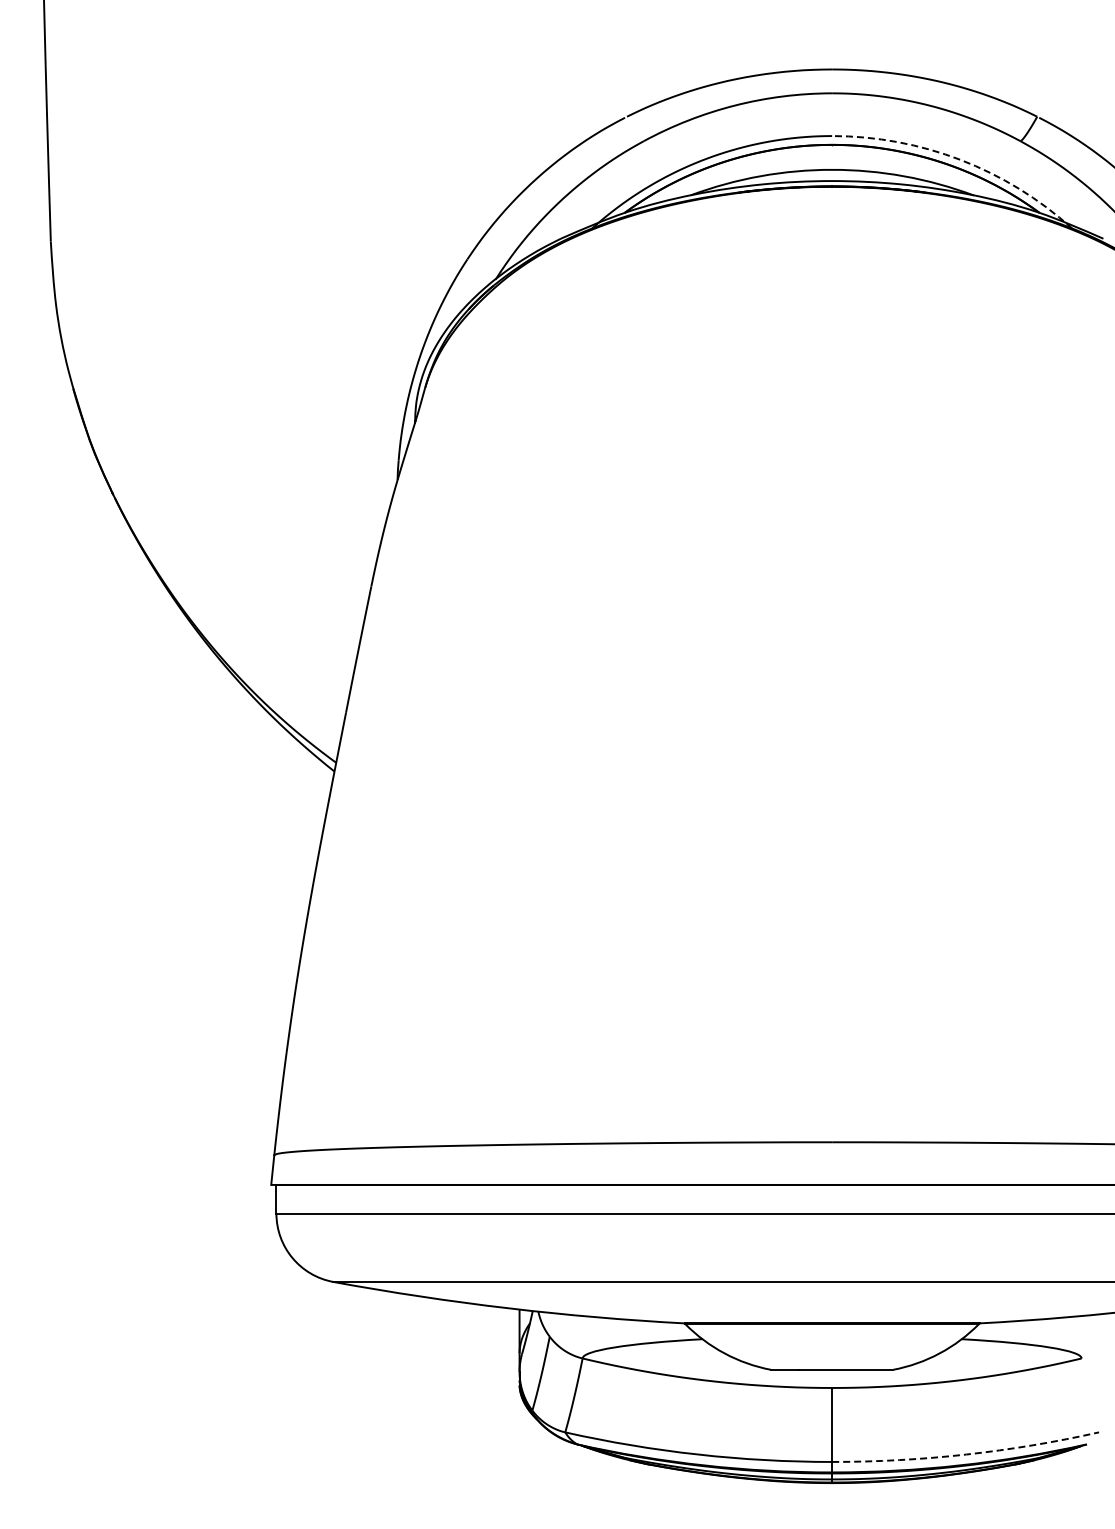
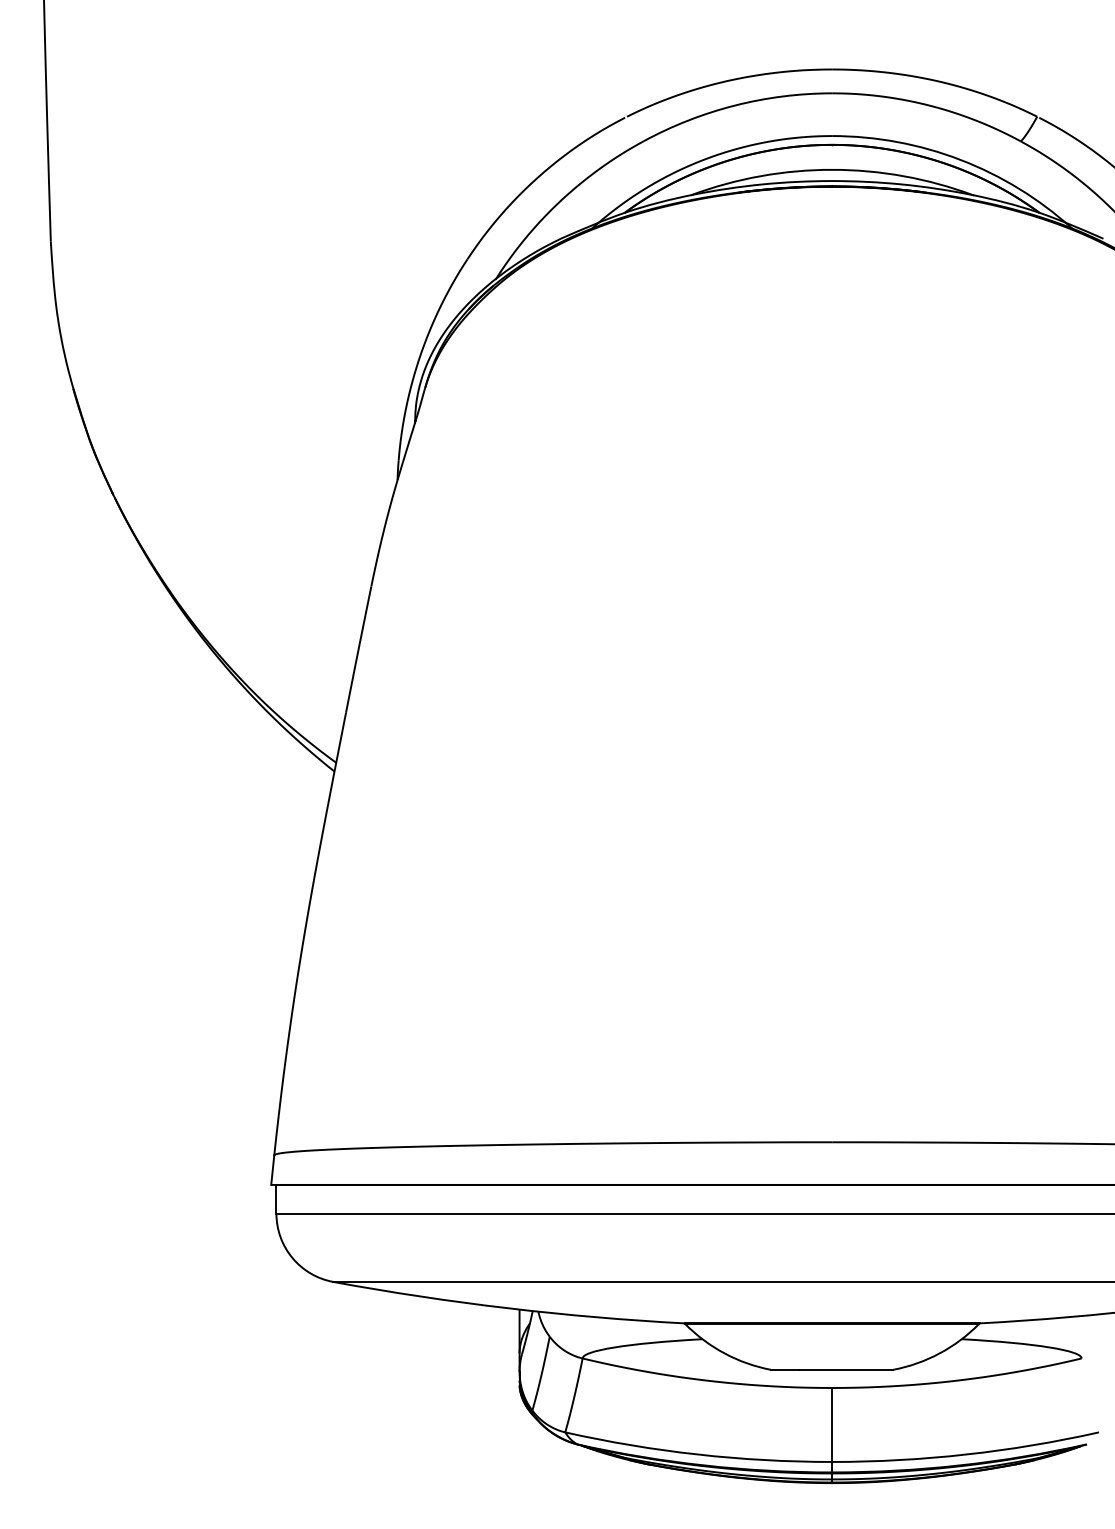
arc at (960, 159): dashed -> solid
arc at (966, 1454): dashed -> solid
